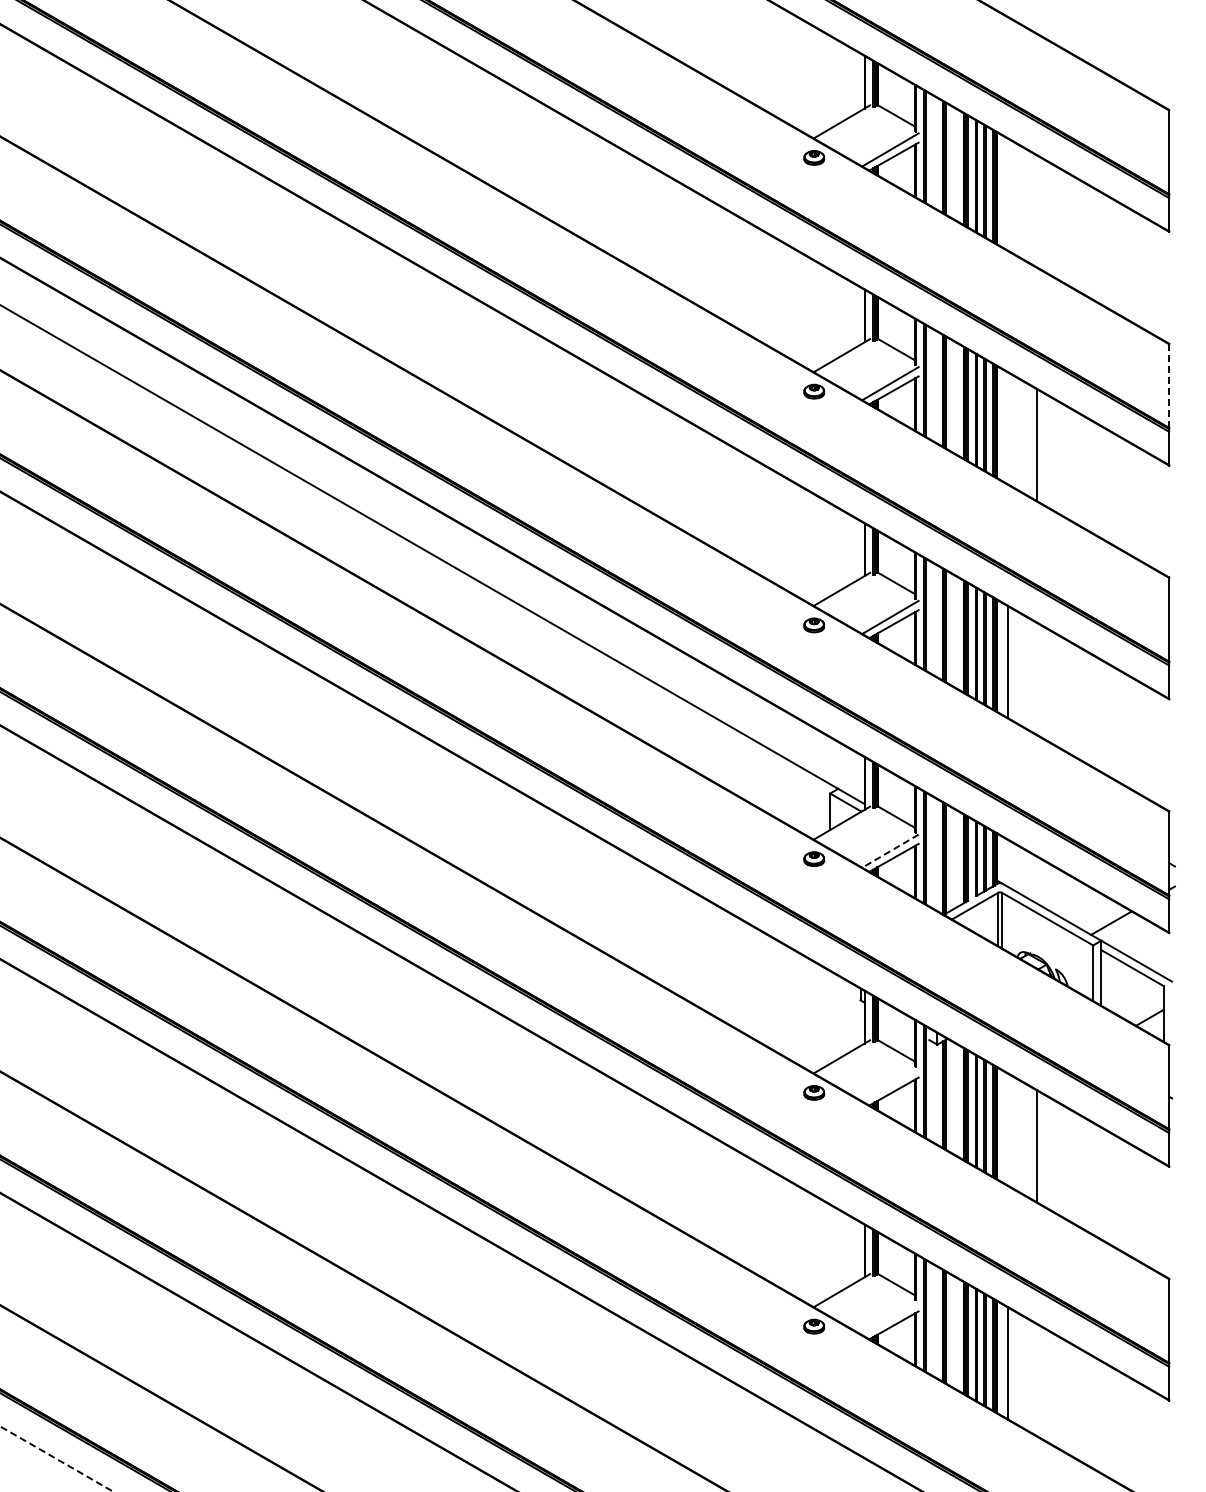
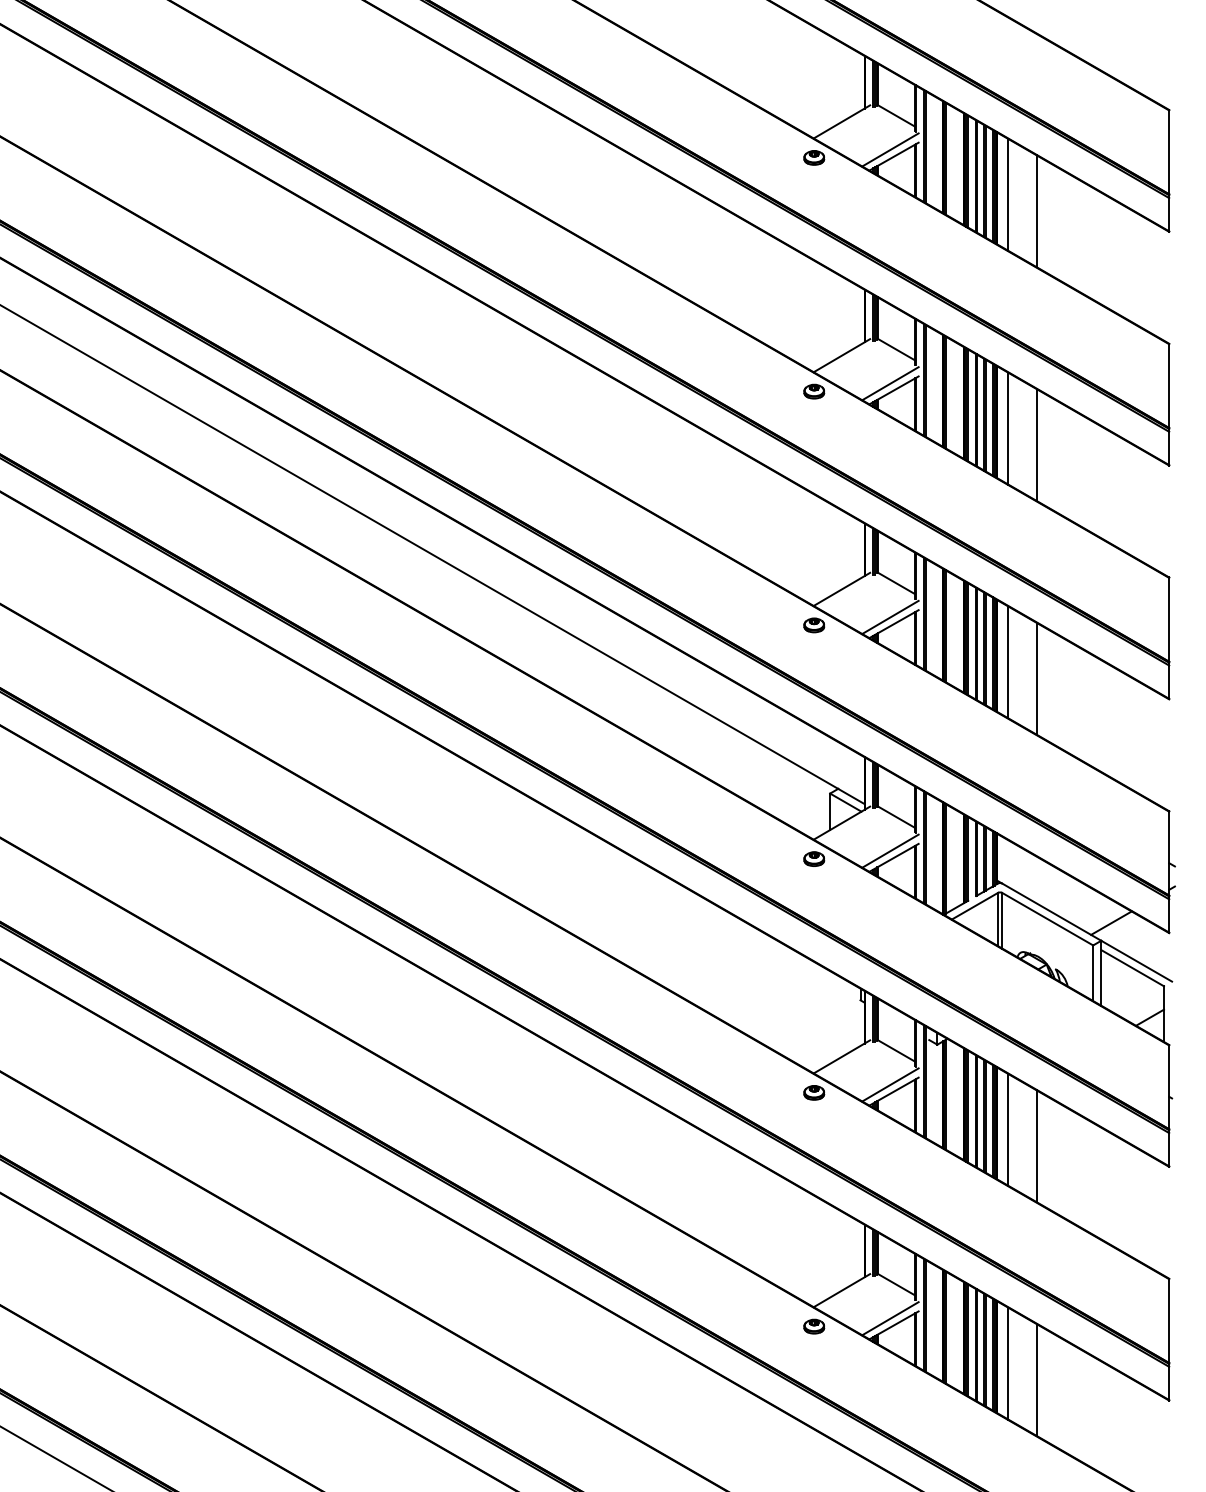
line at (1008, 194): none -> present
line at (1036, 211): none -> present
line at (1169, 386): dashed -> solid
line at (1008, 428): none -> present
line at (1036, 678): none -> present
line at (890, 851): dashed -> solid
line at (890, 1084): none -> present
line at (1008, 1129): none -> present
line at (890, 1318): none -> present
line at (1036, 1379): none -> present
line at (56, 1458): dashed -> solid
